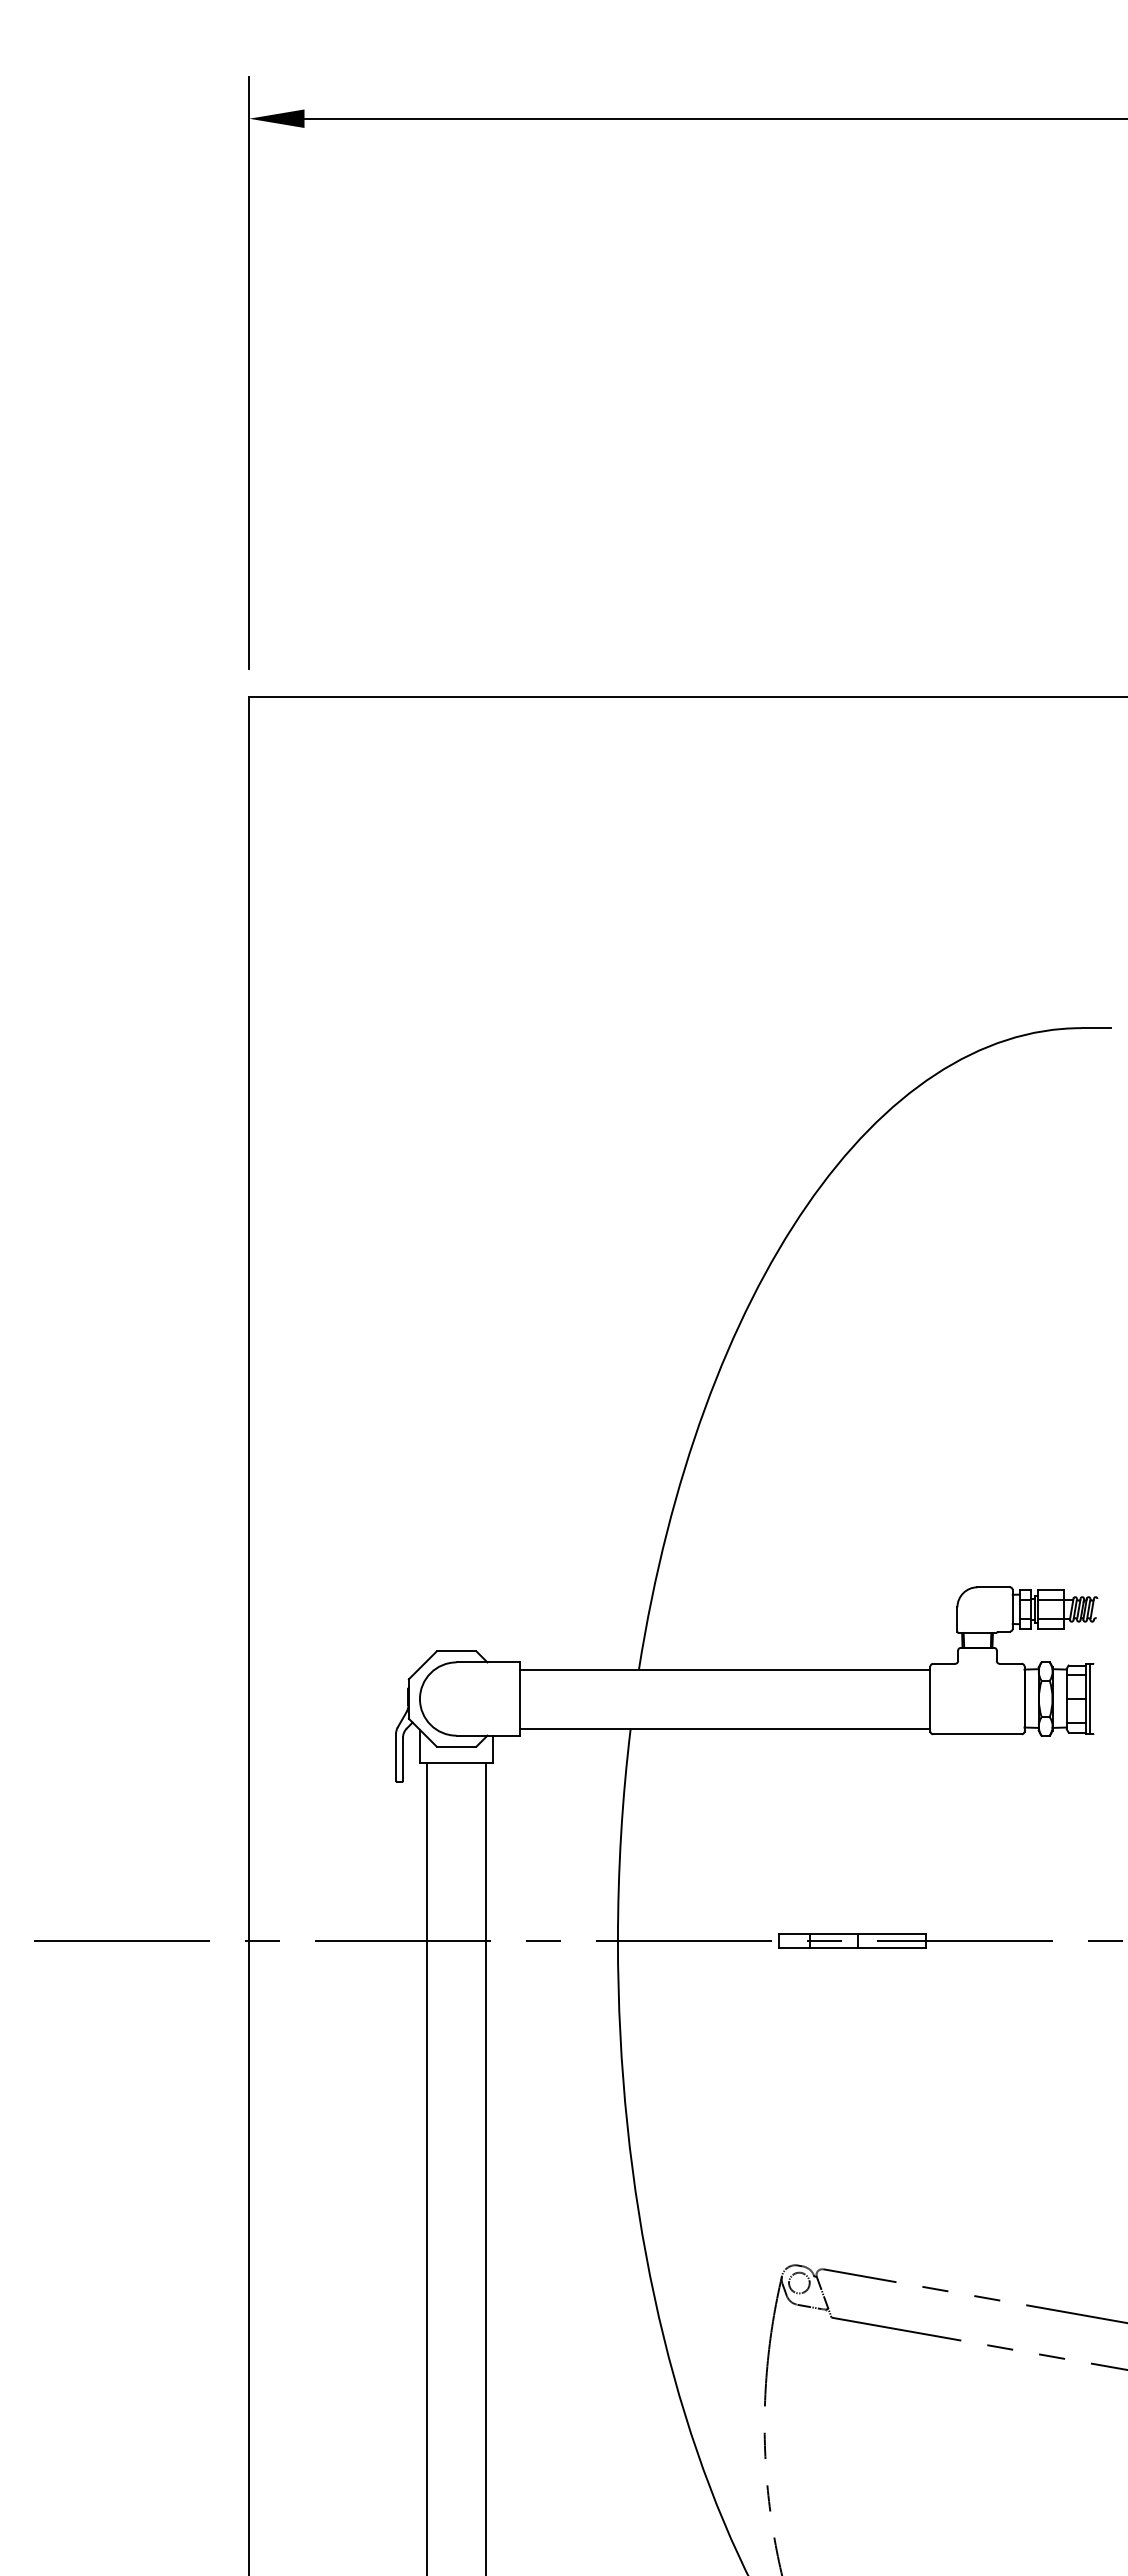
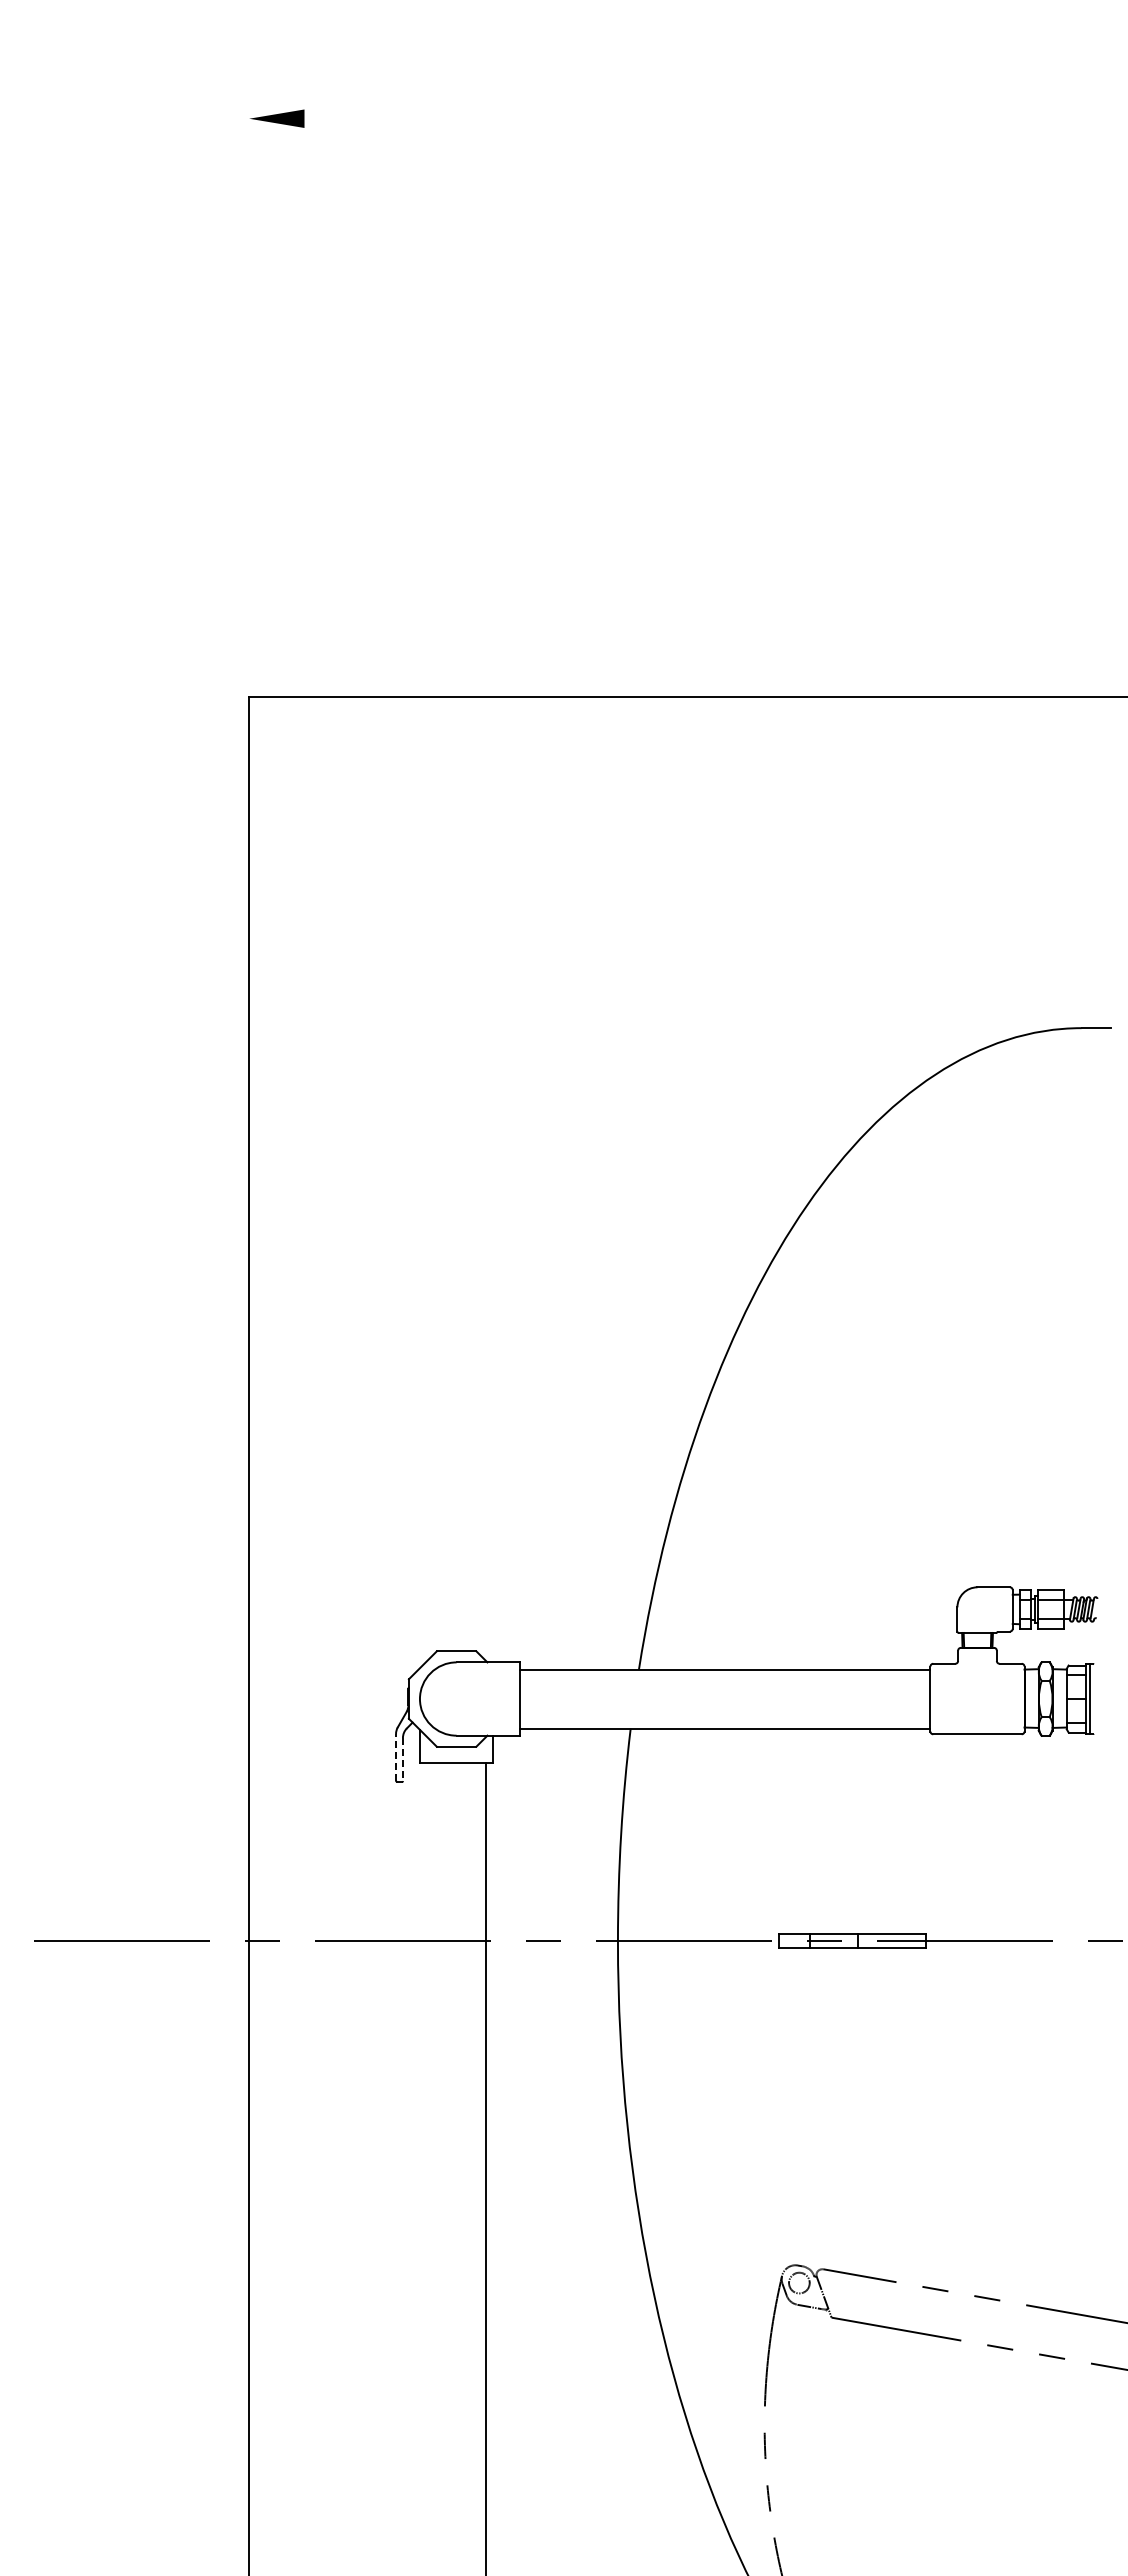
line at (714, 118): present -> none
line at (249, 373): present -> none
line at (396, 1756): solid -> dashed
line at (402, 1759): solid -> dashed
line at (427, 2167): present -> none
